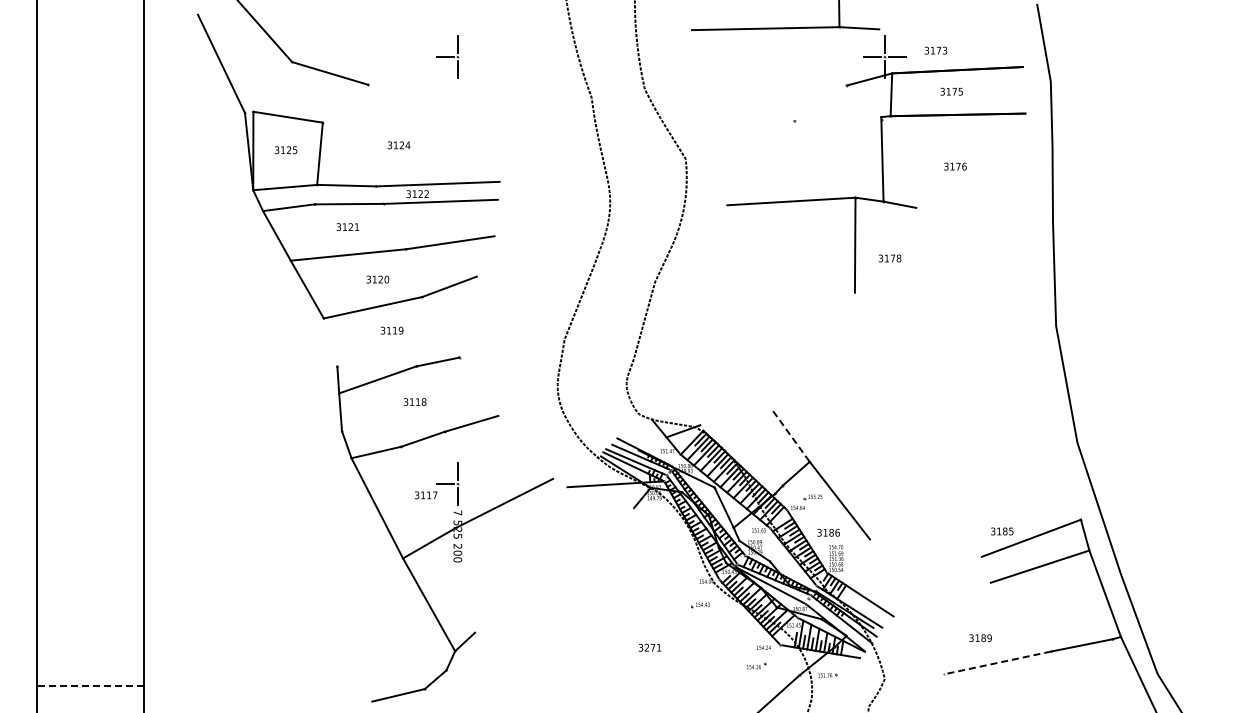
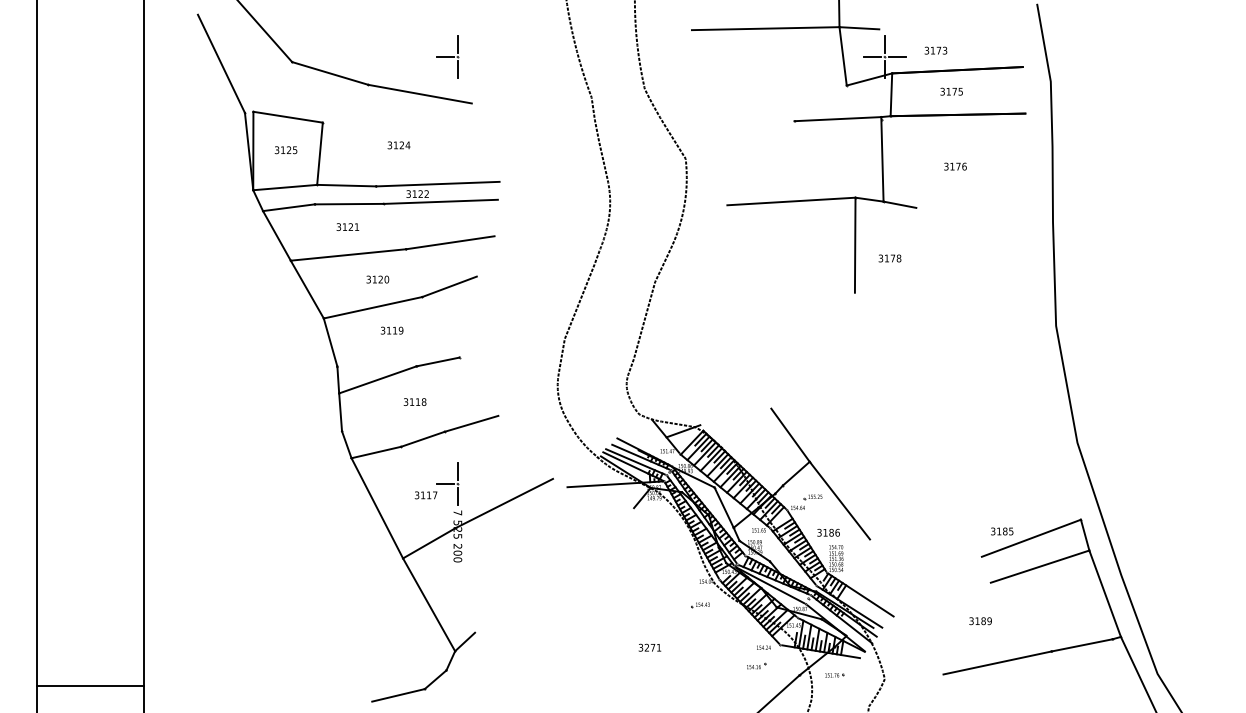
line at (842, 56): none -> present
line at (419, 93): none -> present
line at (837, 119): none -> present
line at (330, 342): none -> present
line at (790, 435): dashed -> solid
text at (980, 638) position: (980, 638) -> (980, 621)
line at (996, 663): dashed -> solid
part at (827, 675) position: (827, 675) -> (834, 675)
line at (90, 685): dashed -> solid
